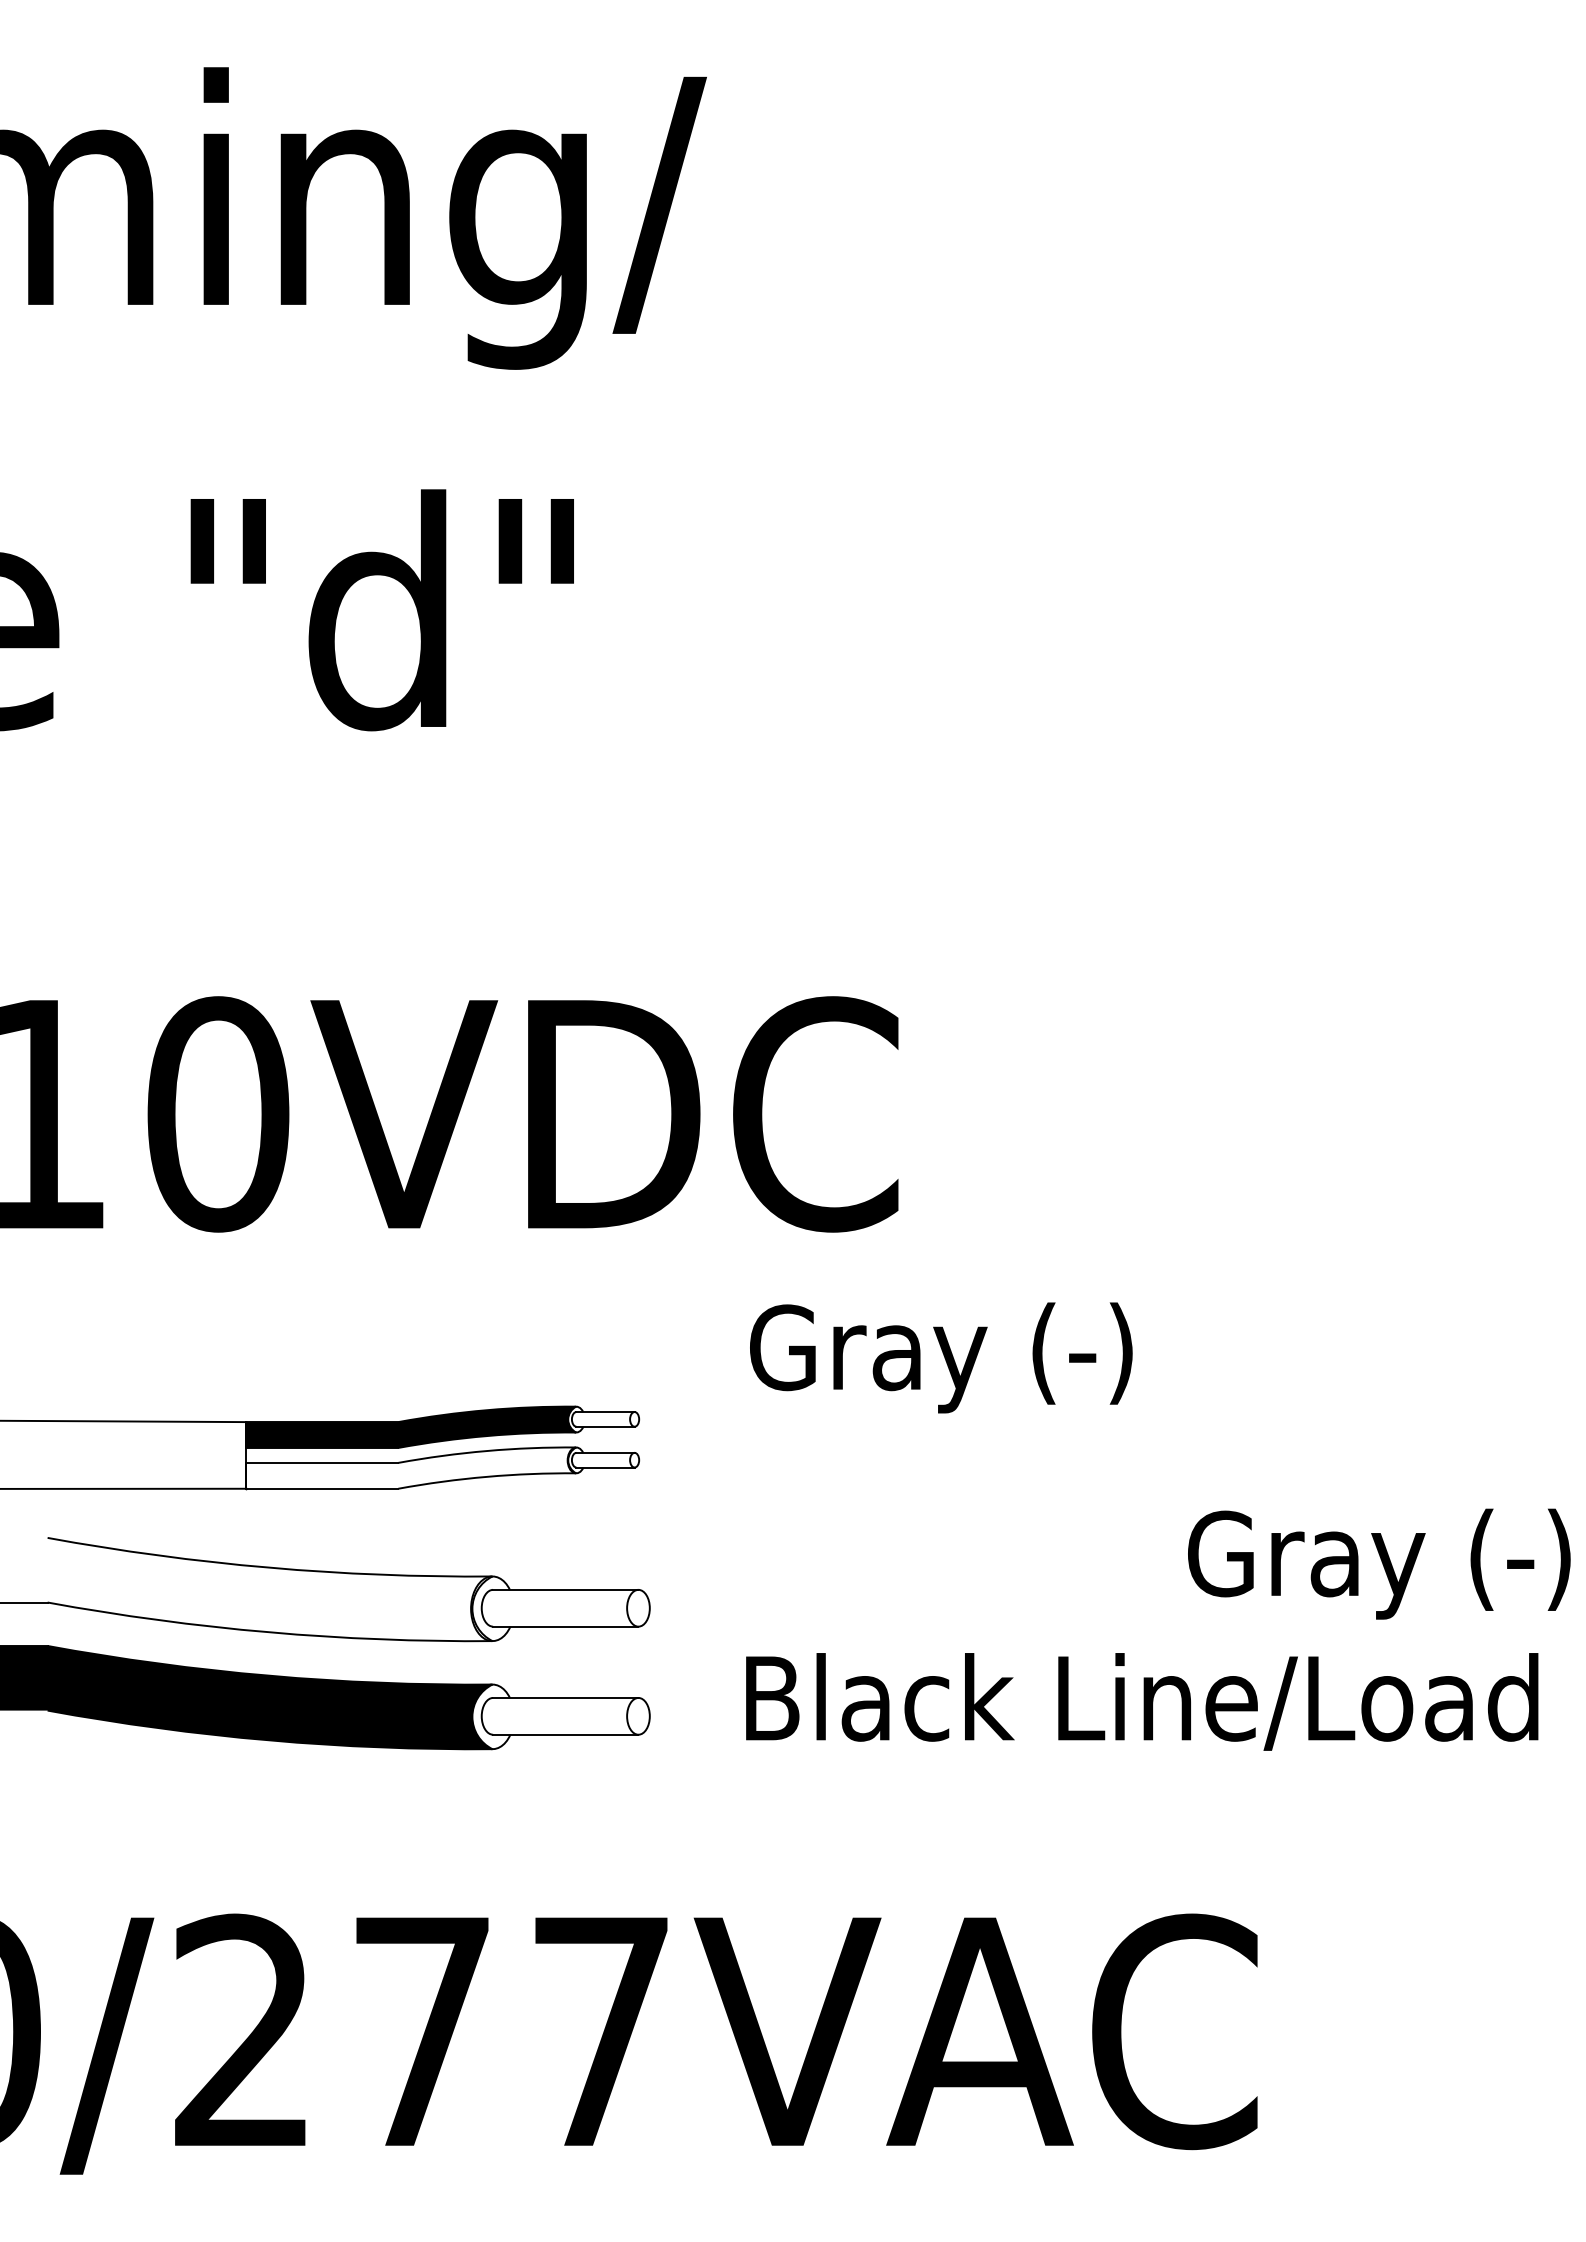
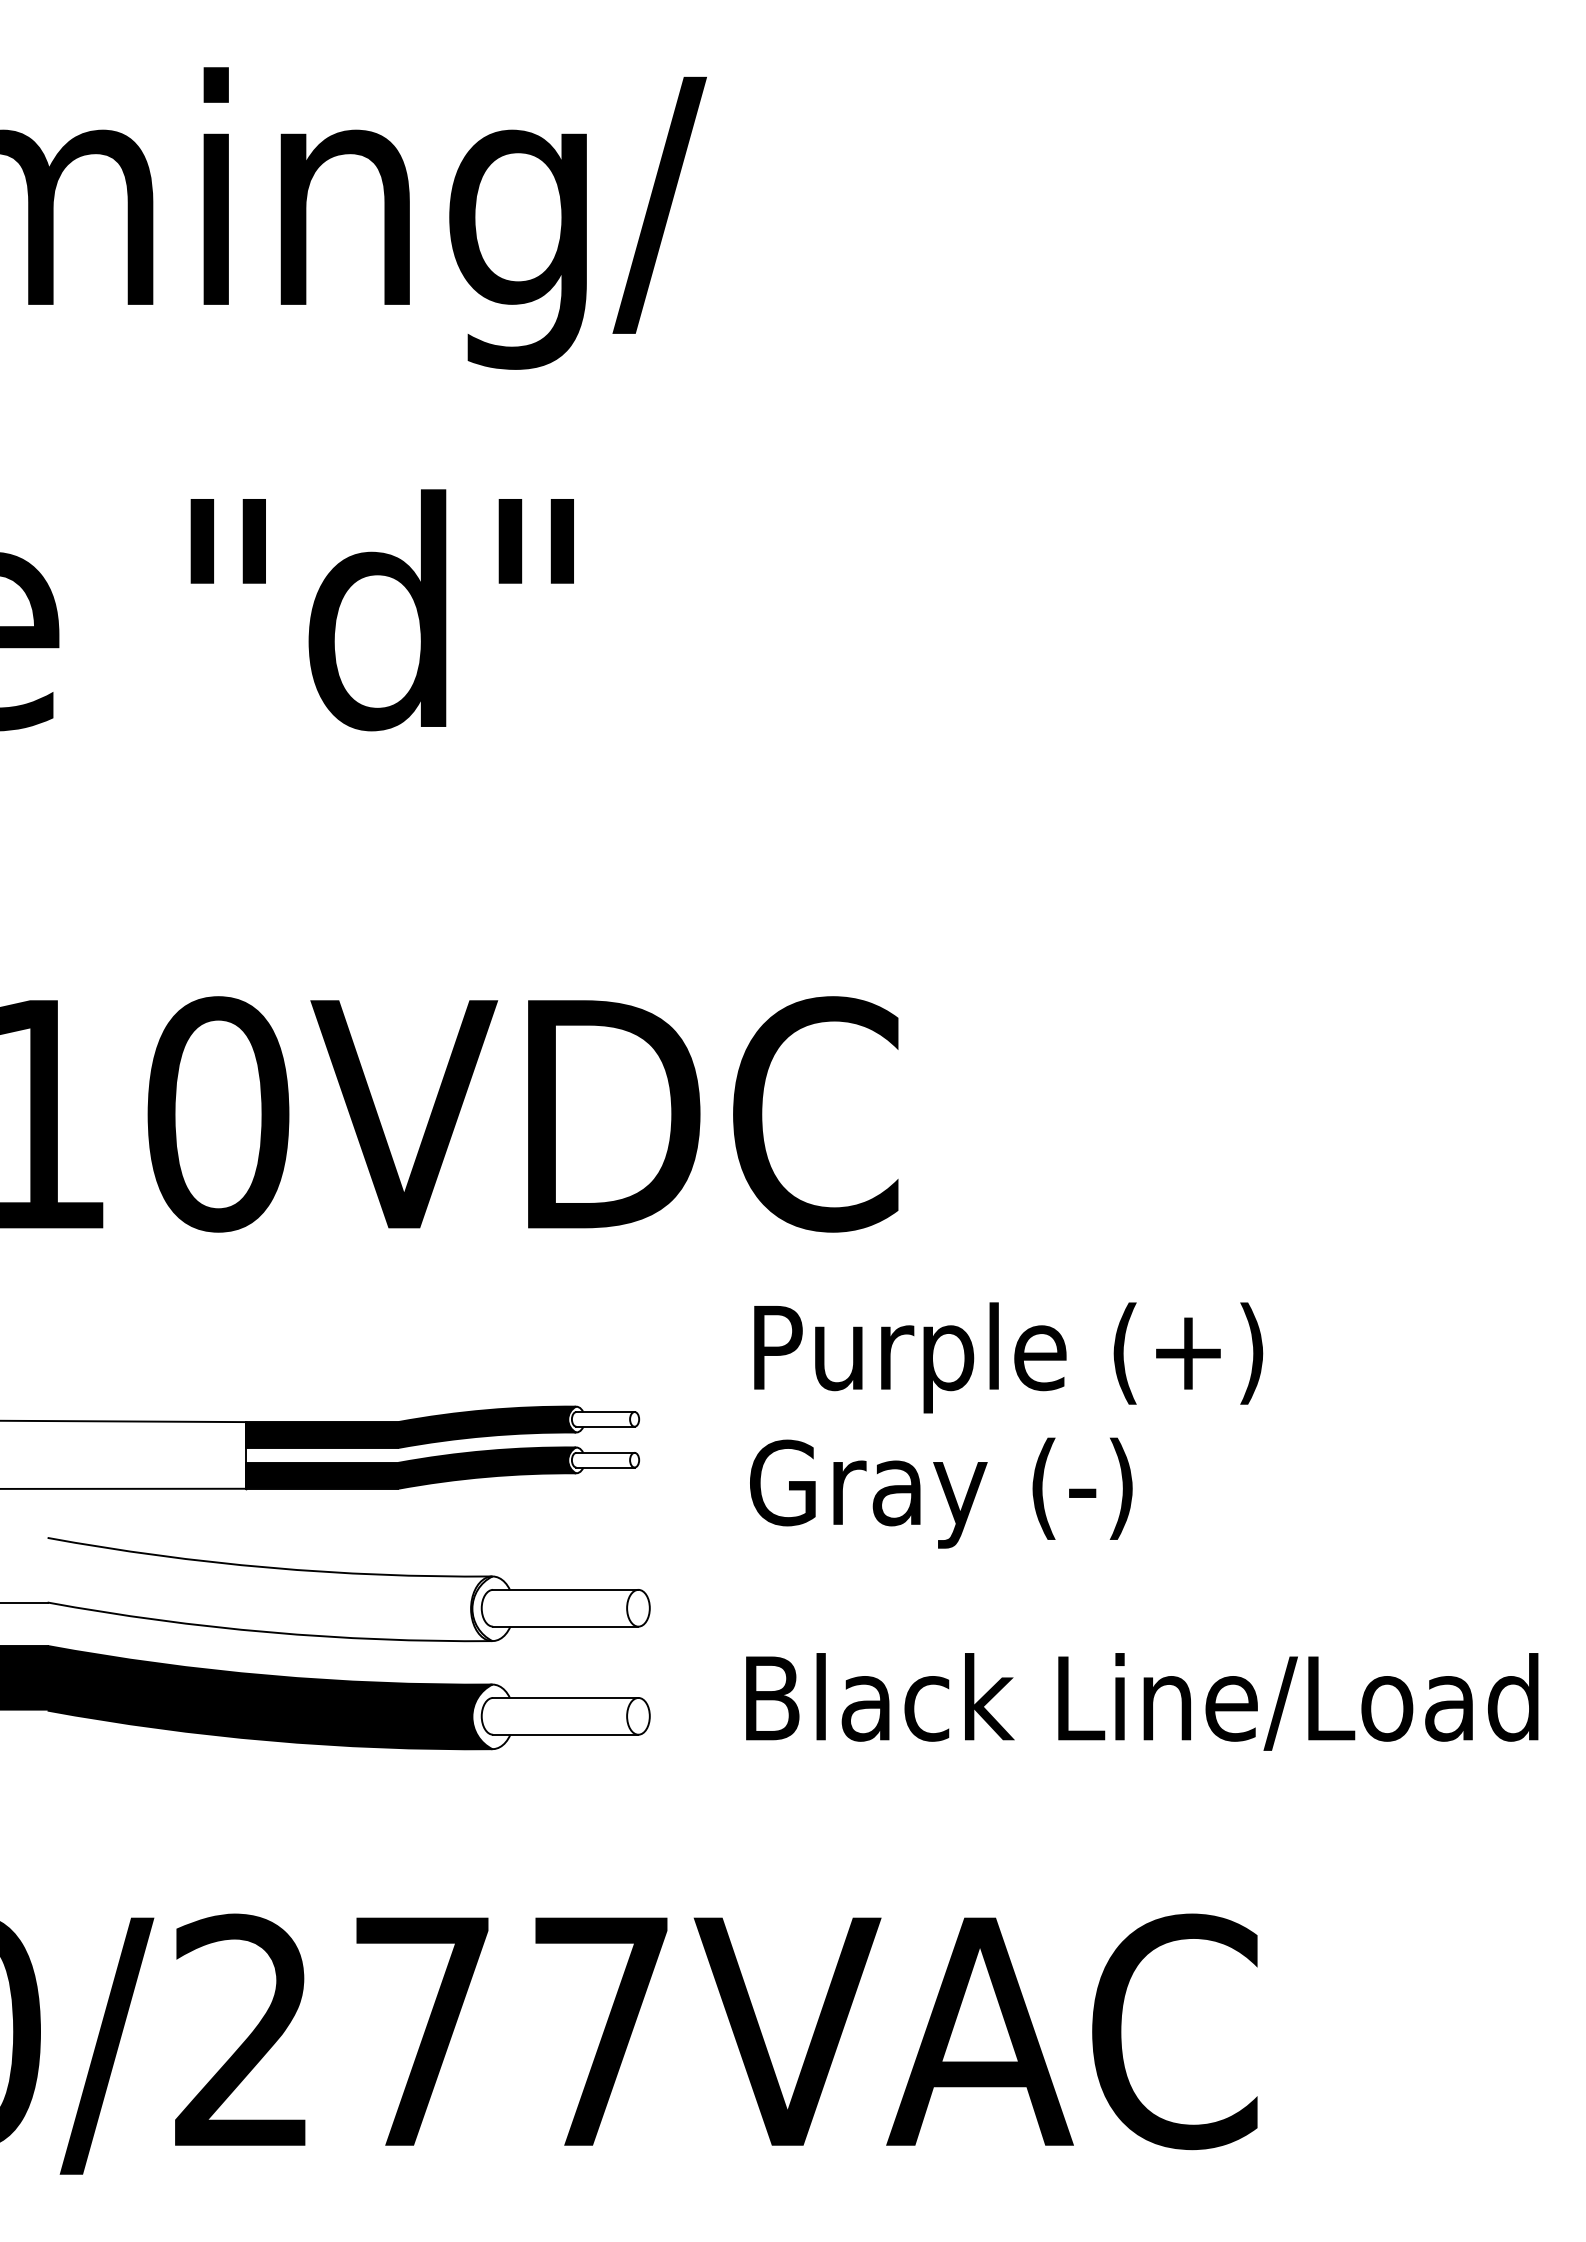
text at (1006, 1357): Gray (-) -> Purple (+)
fill at (411, 1467): none -> present
text at (1379, 1563) position: (1379, 1563) -> (941, 1492)
